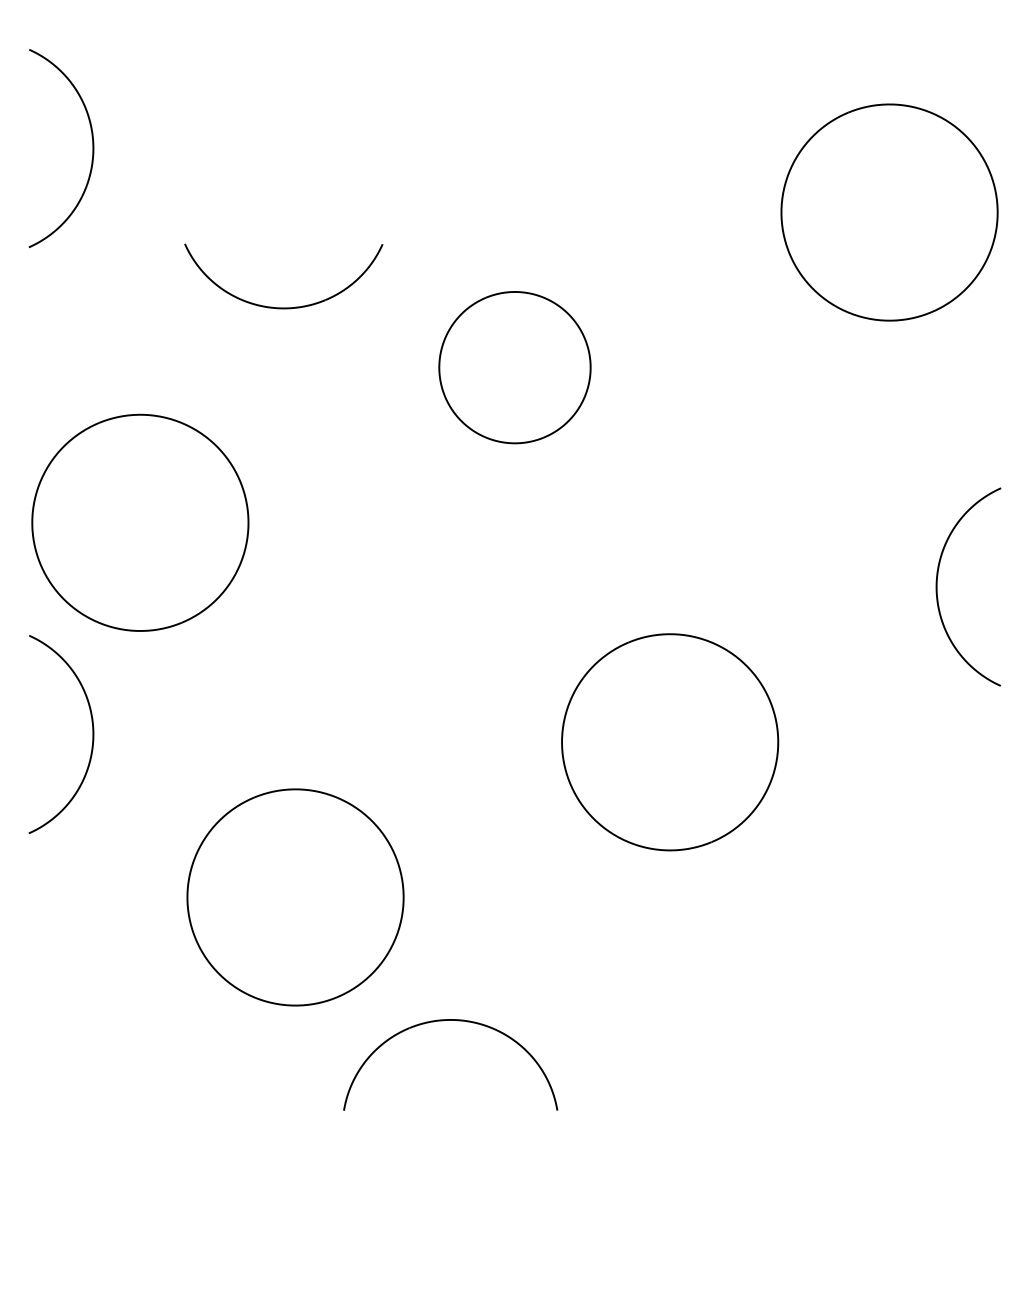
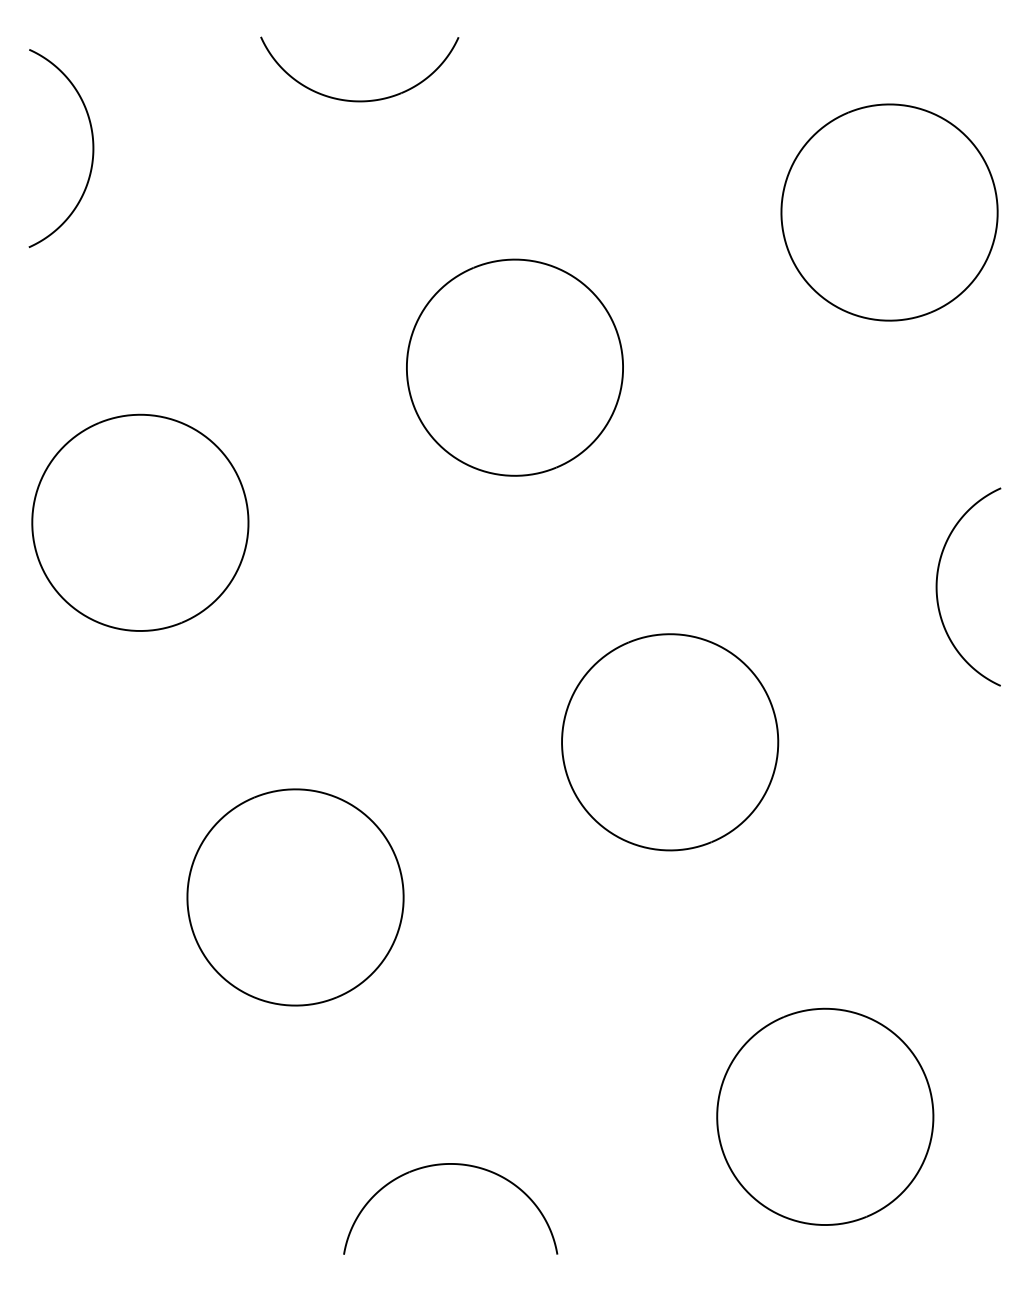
part at (283, 307) position: (283, 307) -> (359, 100)
part at (514, 367) size: 154x154 px -> 218x219 px
curve at (92, 734): present -> none
part at (443, 1021) position: (443, 1021) -> (443, 1165)
part at (825, 1116): none -> present
